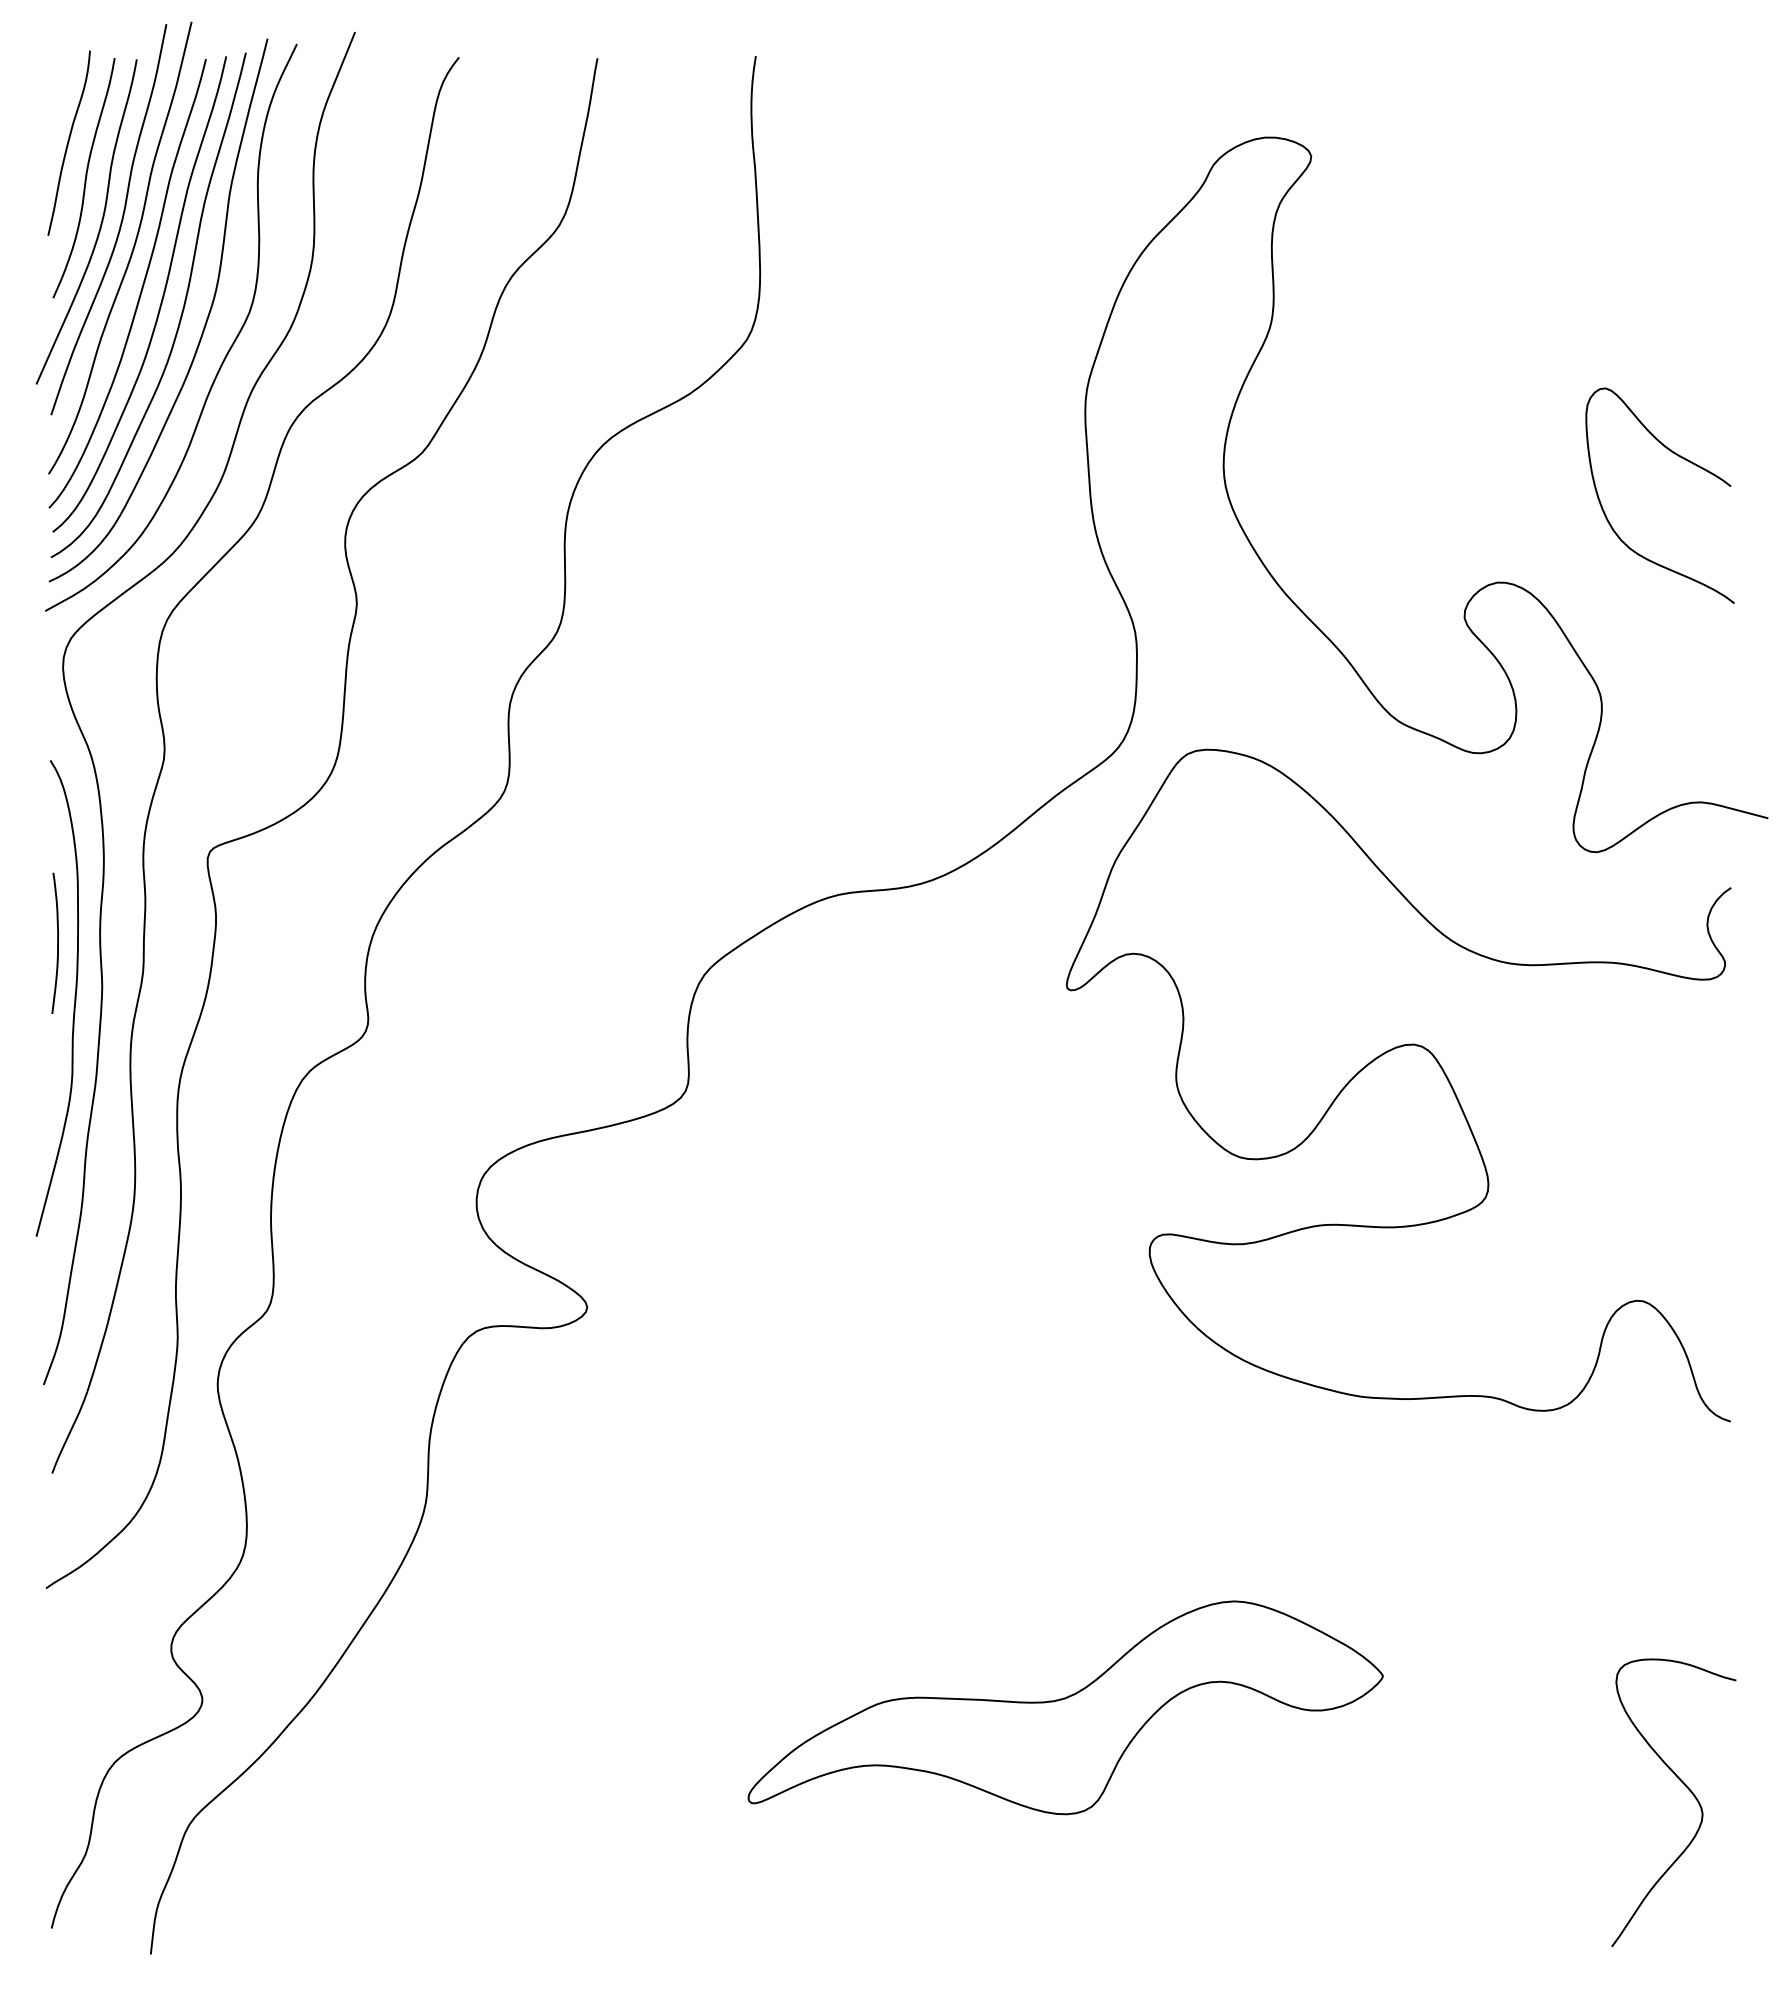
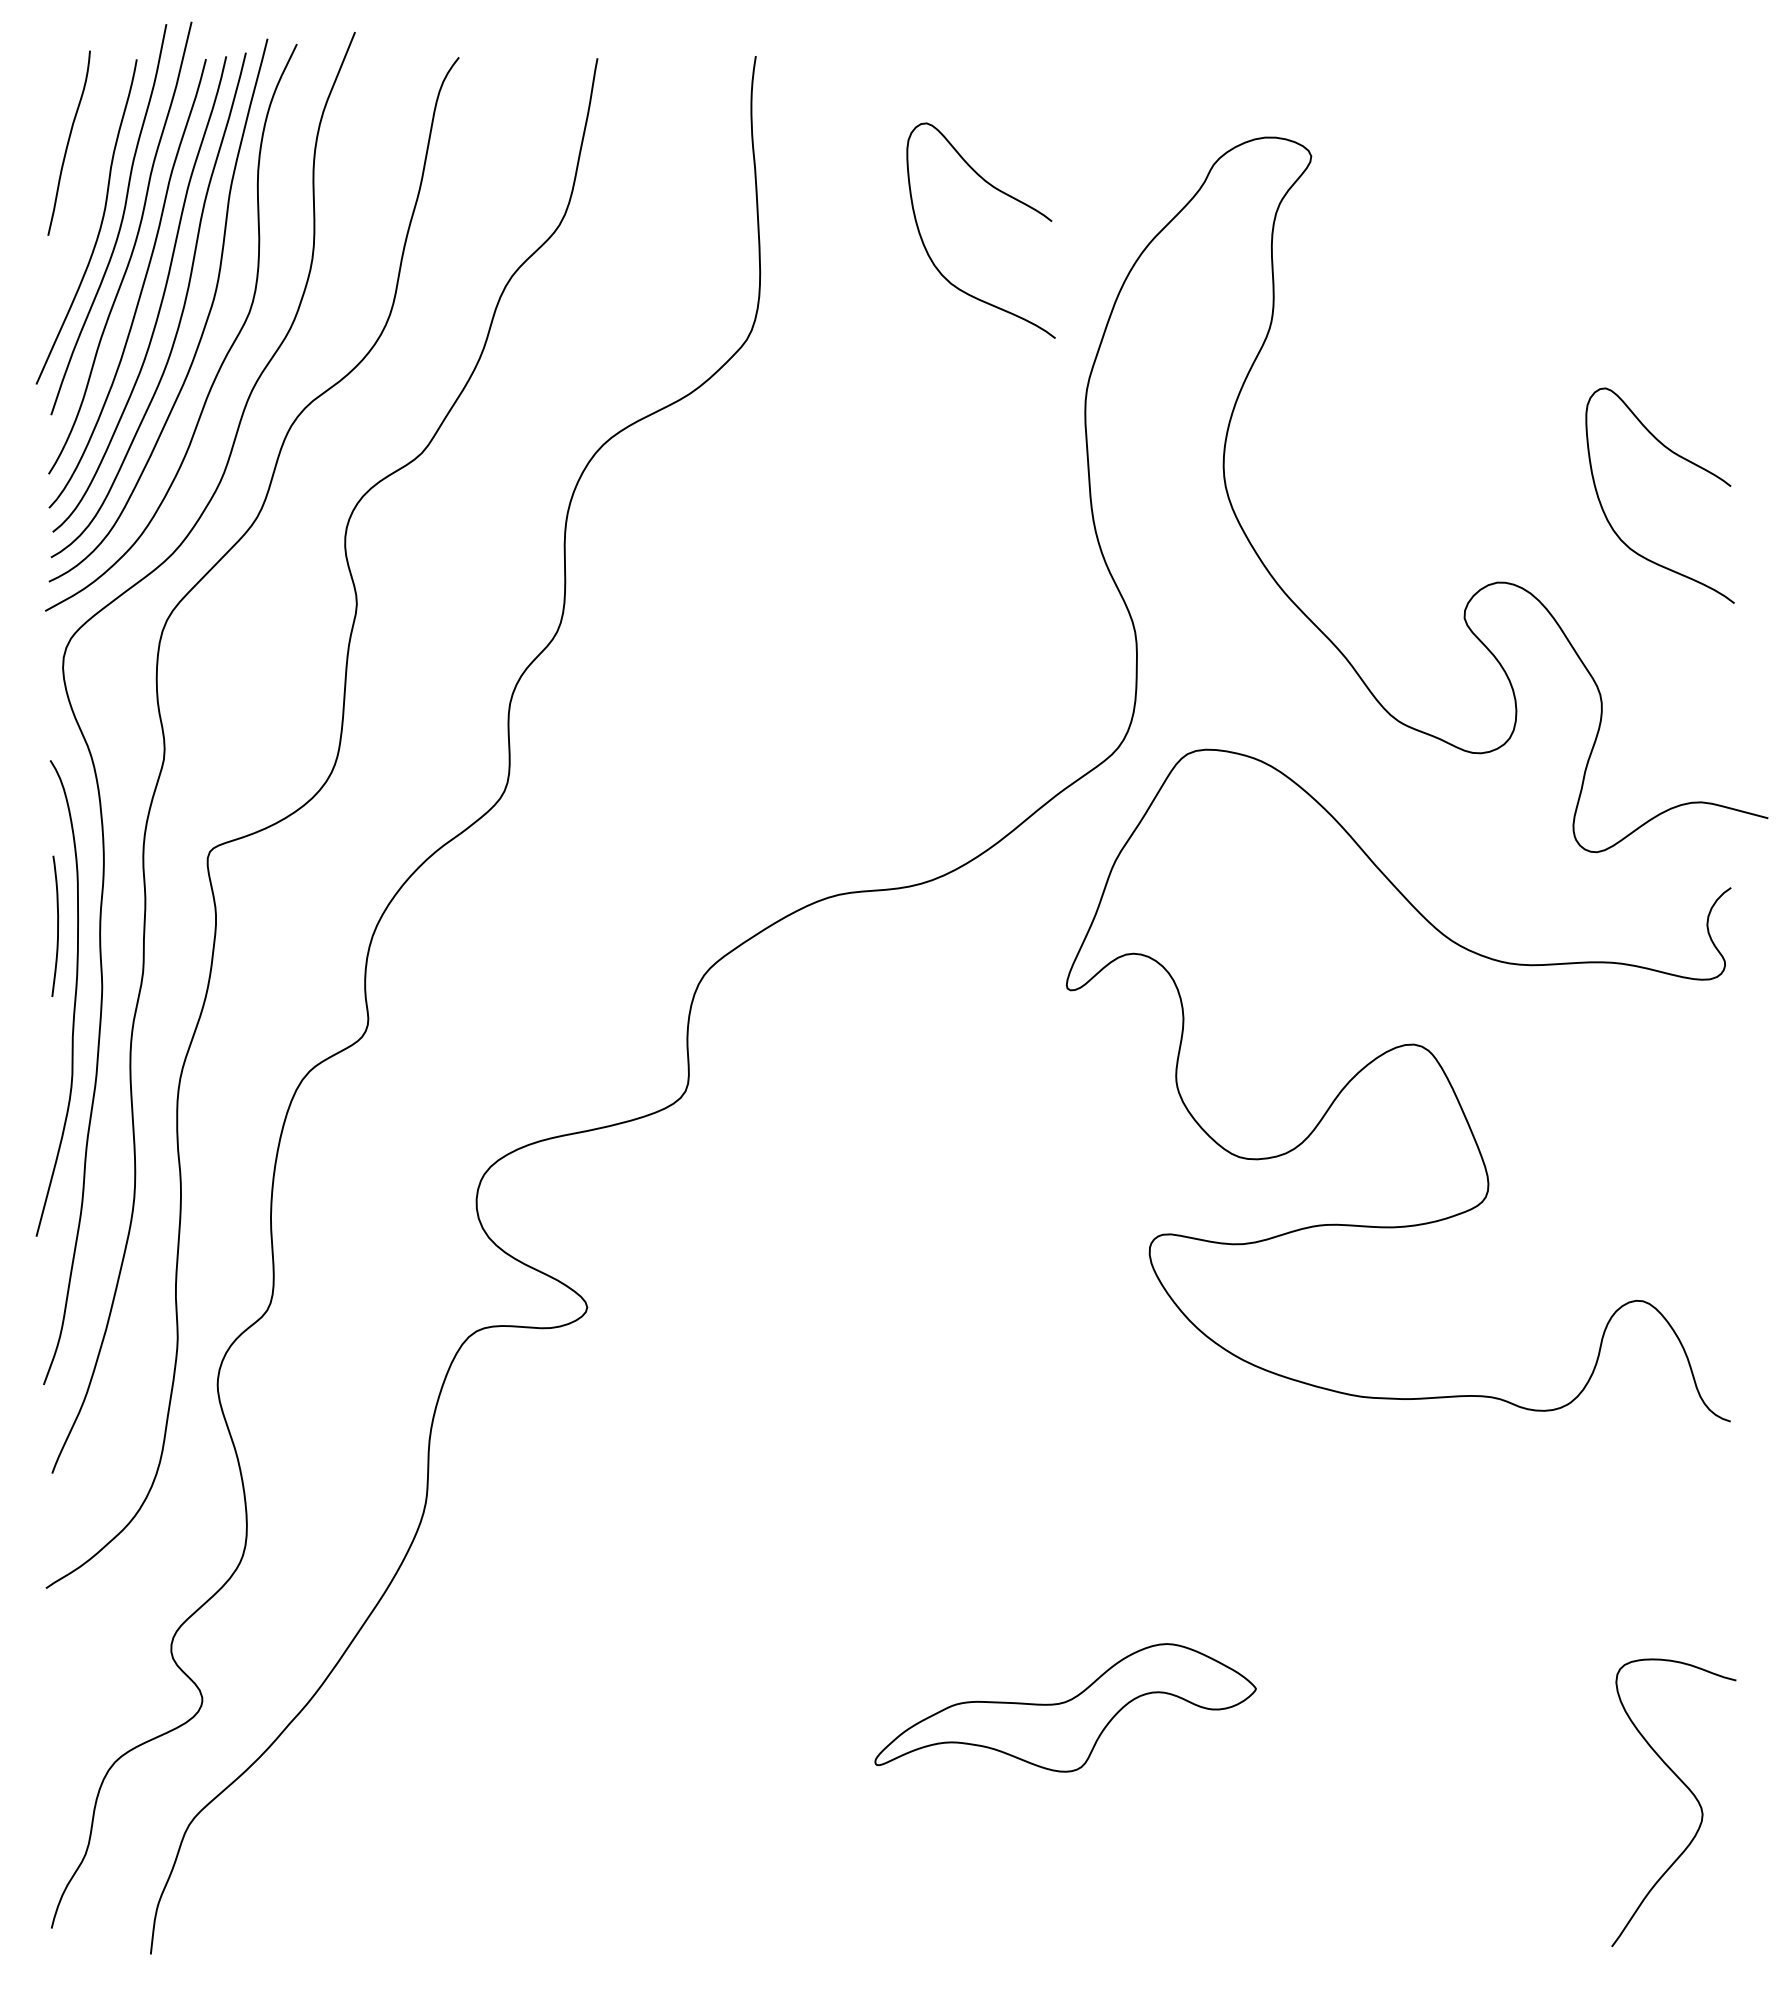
curve at (84, 179): present -> none
curve at (1000, 192): none -> present
curve at (57, 942) position: (57, 942) -> (57, 925)
part at (1065, 1707) size: 637x216 px -> 383x130 px
